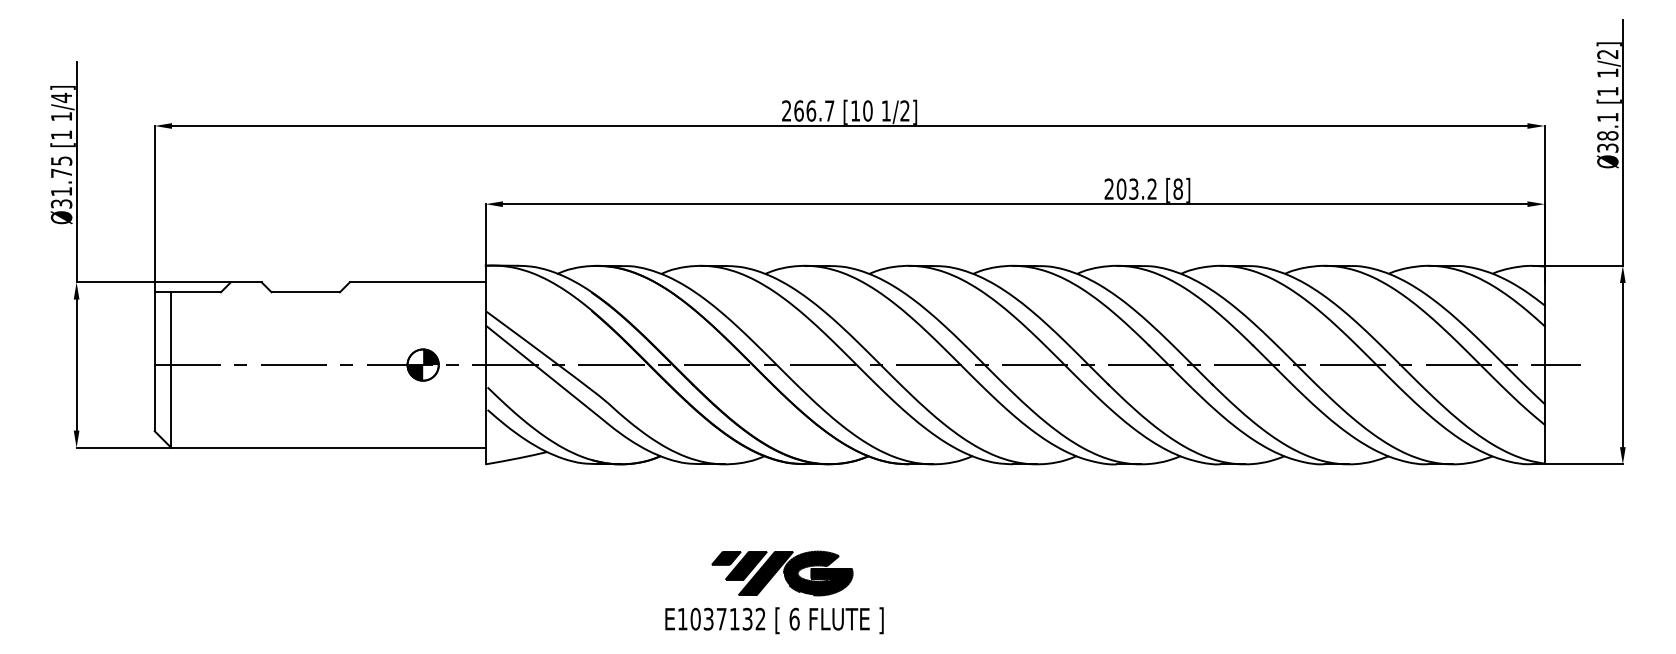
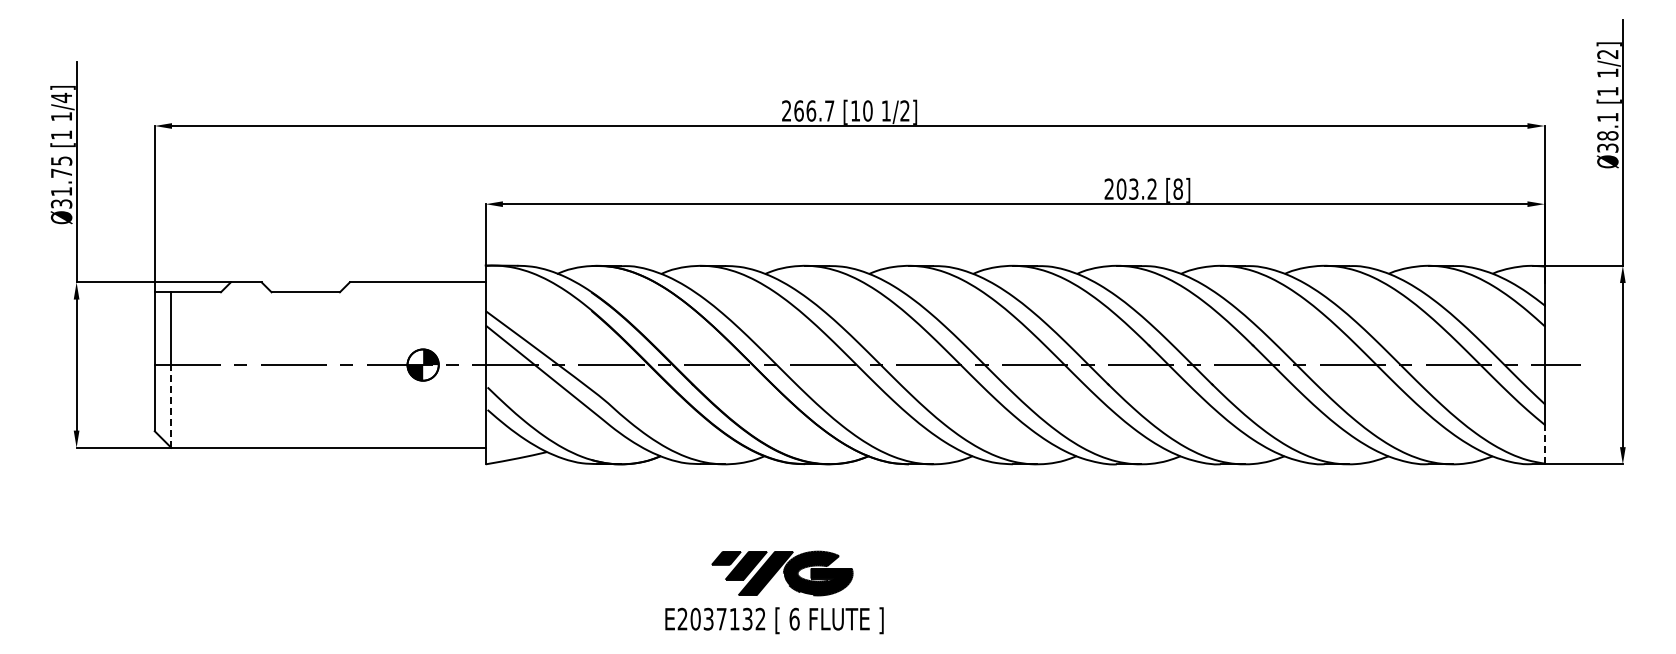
line at (171, 405): solid -> dashed
line at (1544, 444): solid -> dashed
text at (682, 618): E1037132 -> E2037132
